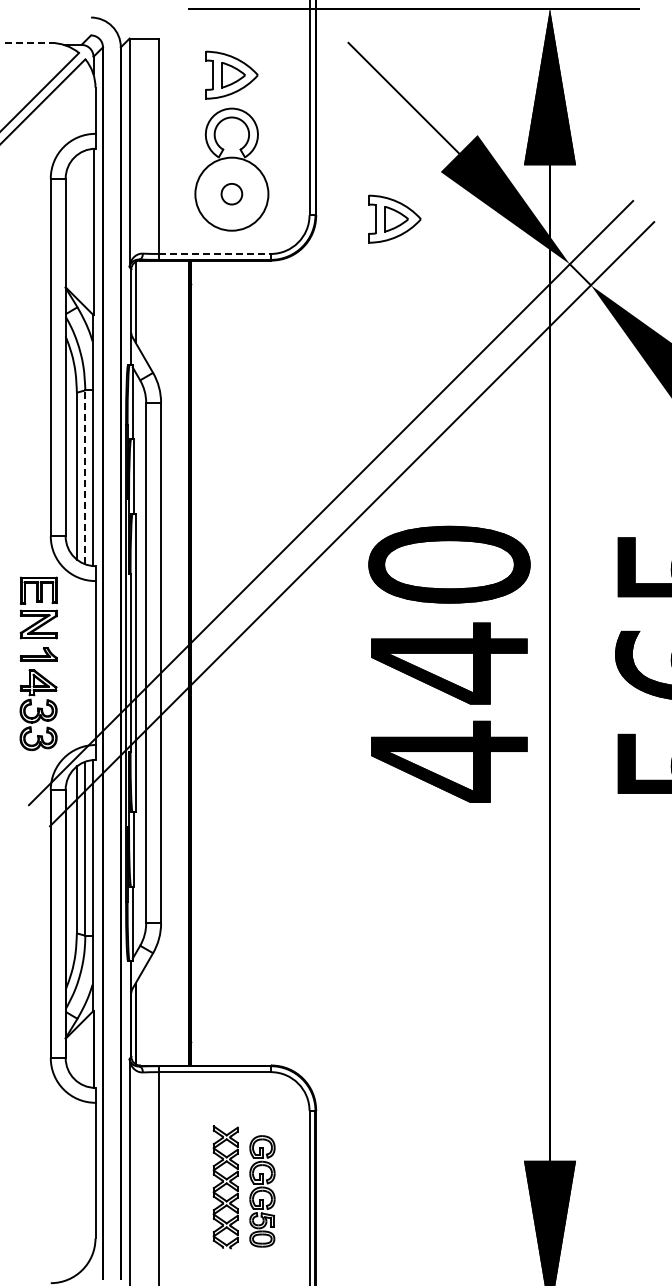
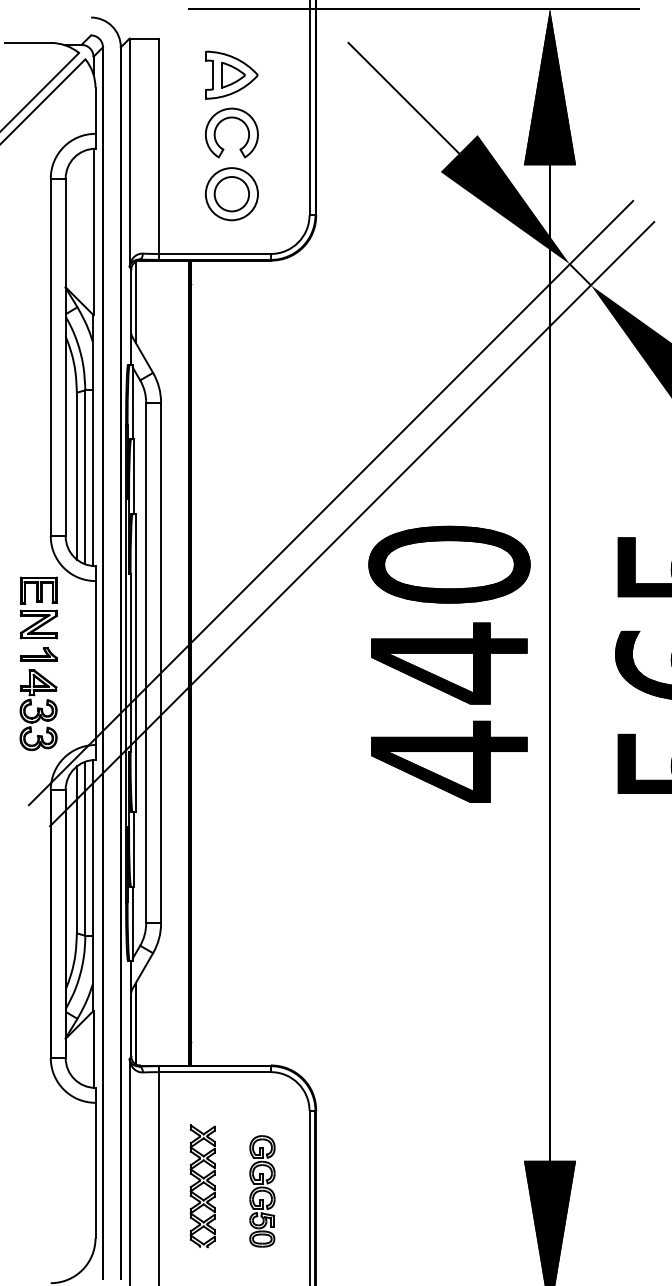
line at (28, 42): dashed -> solid
circle at (231, 193) diameter: 21 px -> 34 px
circle at (231, 193) diameter: 73 px -> 52 px
part at (394, 218): present -> none
line at (215, 253): dashed -> solid
line at (85, 477): dashed -> solid
part at (225, 1187) position: (225, 1187) -> (202, 1186)
